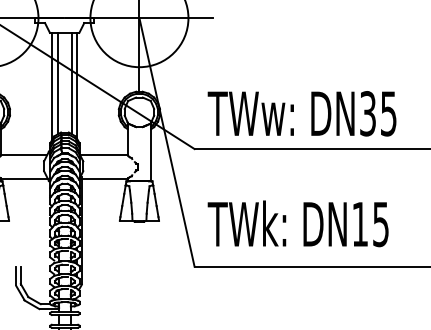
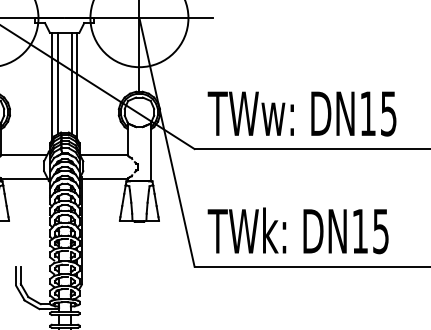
text at (367, 113): DN35 -> DN15
text at (297, 223) position: (297, 223) -> (297, 230)
